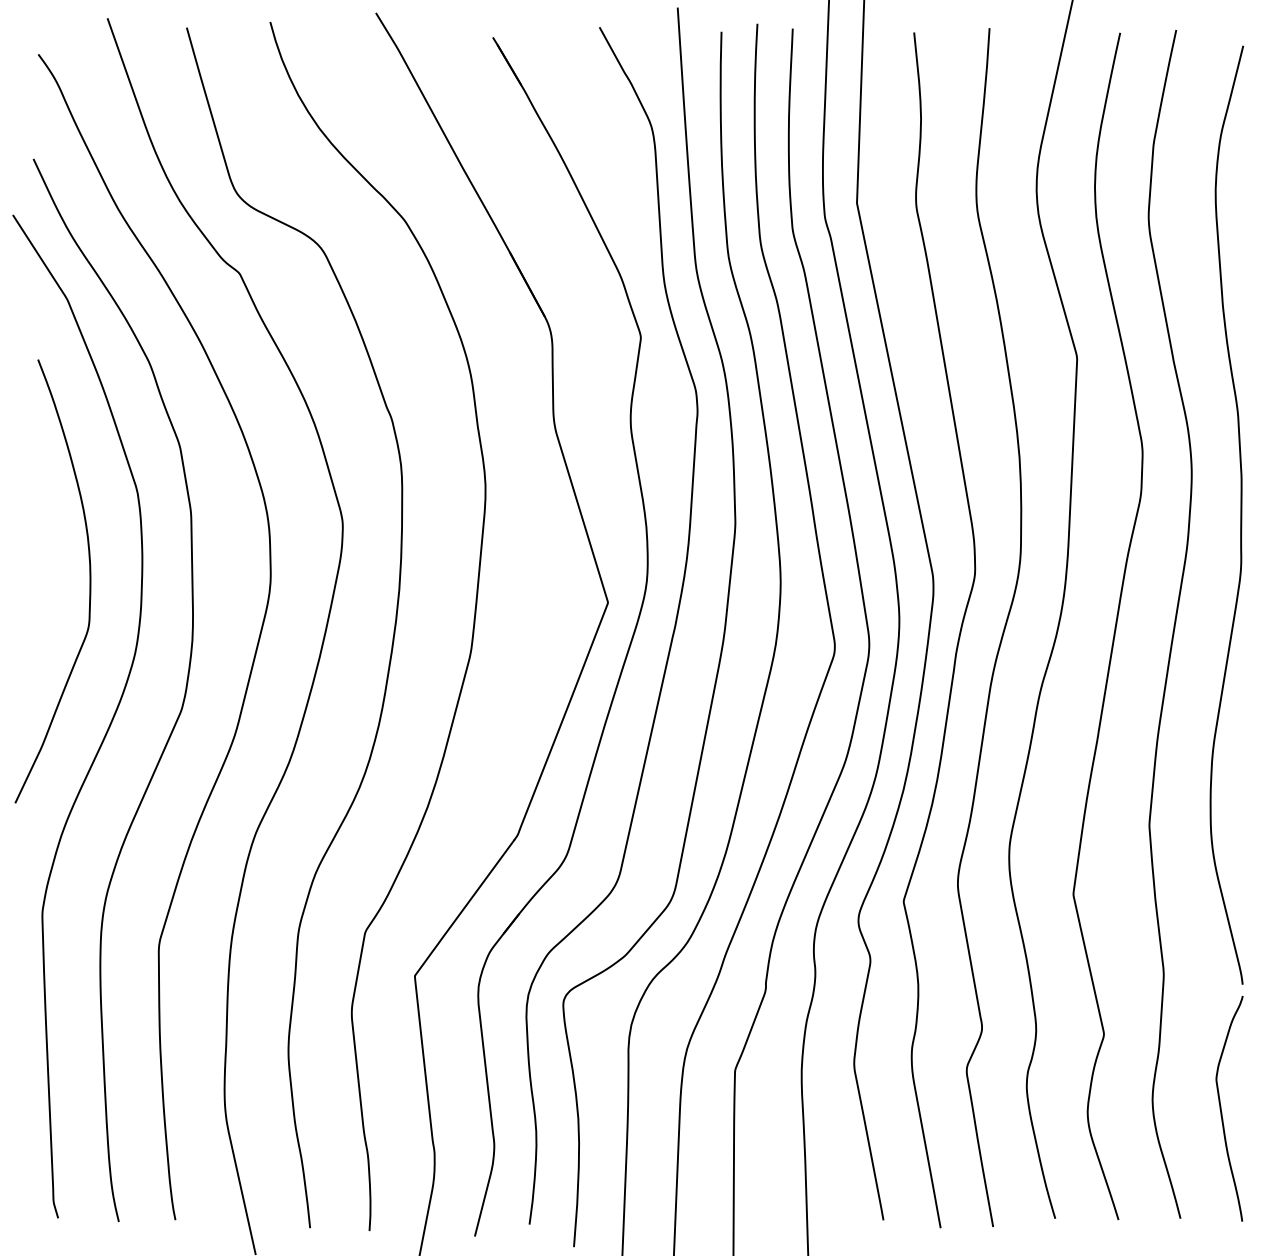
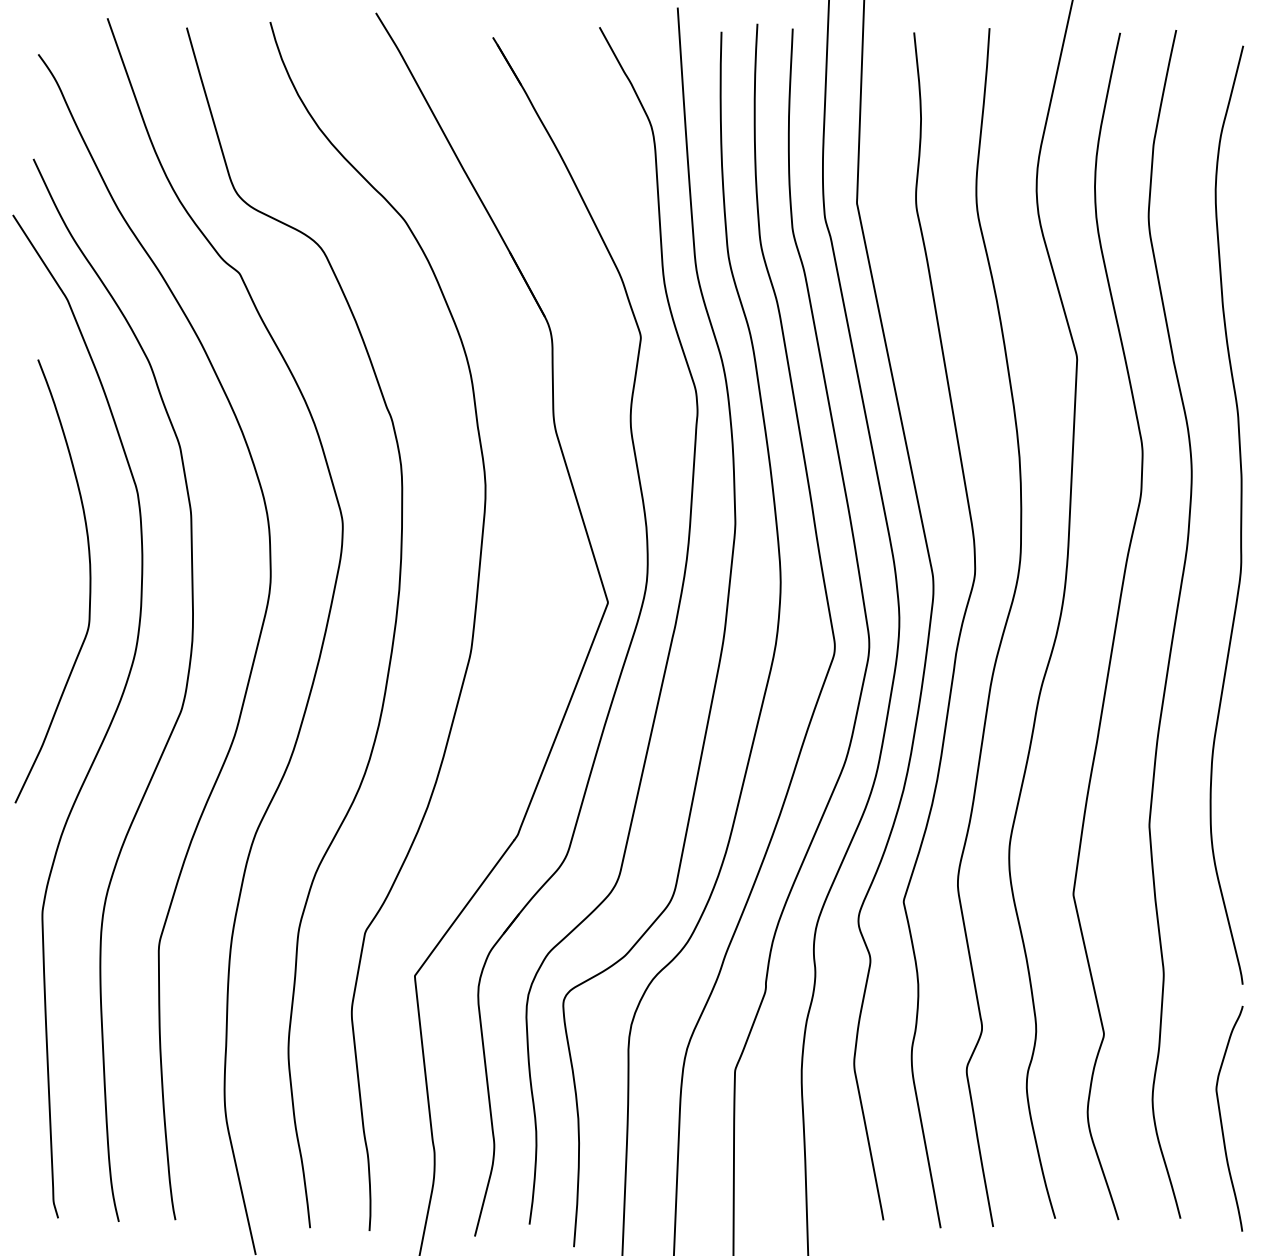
curve at (1221, 1108) position: (1221, 1108) -> (1221, 1118)
